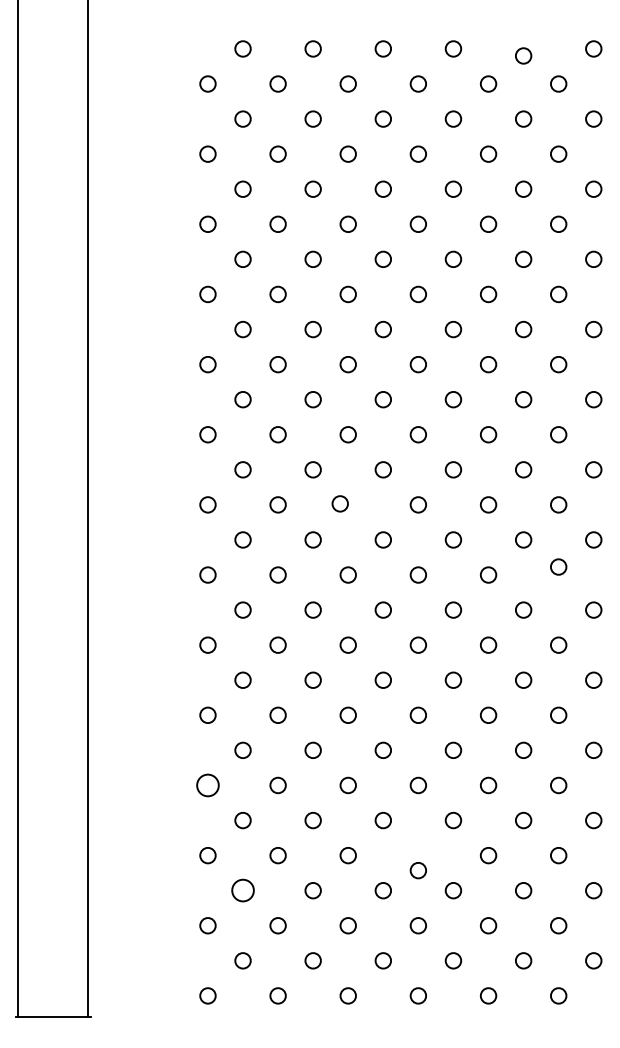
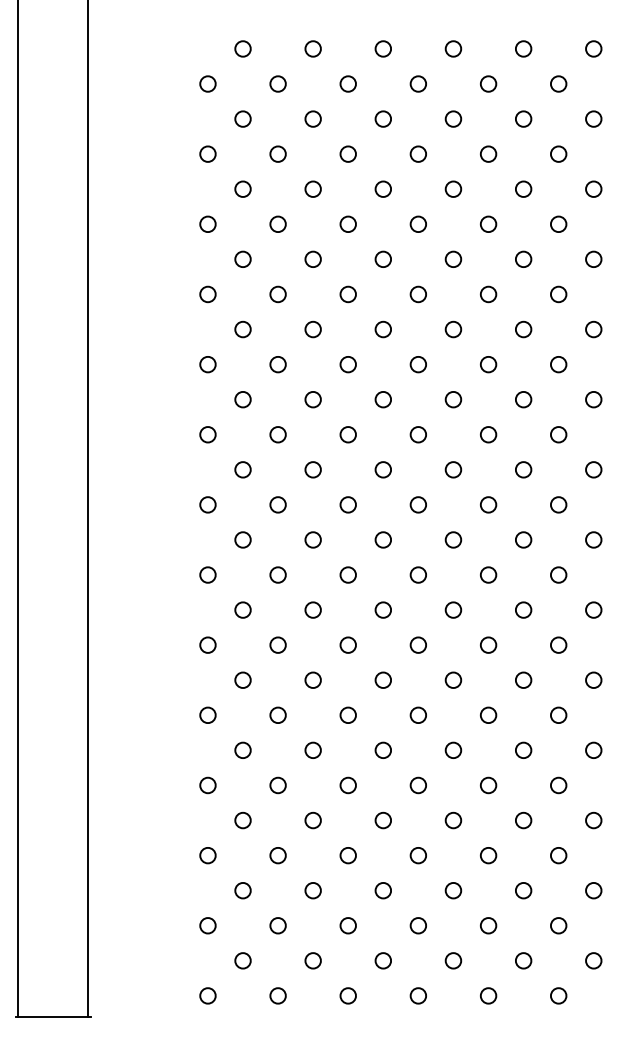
circle at (523, 55) position: (523, 55) -> (523, 48)
circle at (339, 503) position: (339, 503) -> (347, 504)
circle at (558, 566) position: (558, 566) -> (558, 574)
circle at (207, 785) size: 24x25 px -> 18x19 px
circle at (417, 870) position: (417, 870) -> (417, 855)
circle at (242, 890) size: 24x25 px -> 18x18 px
